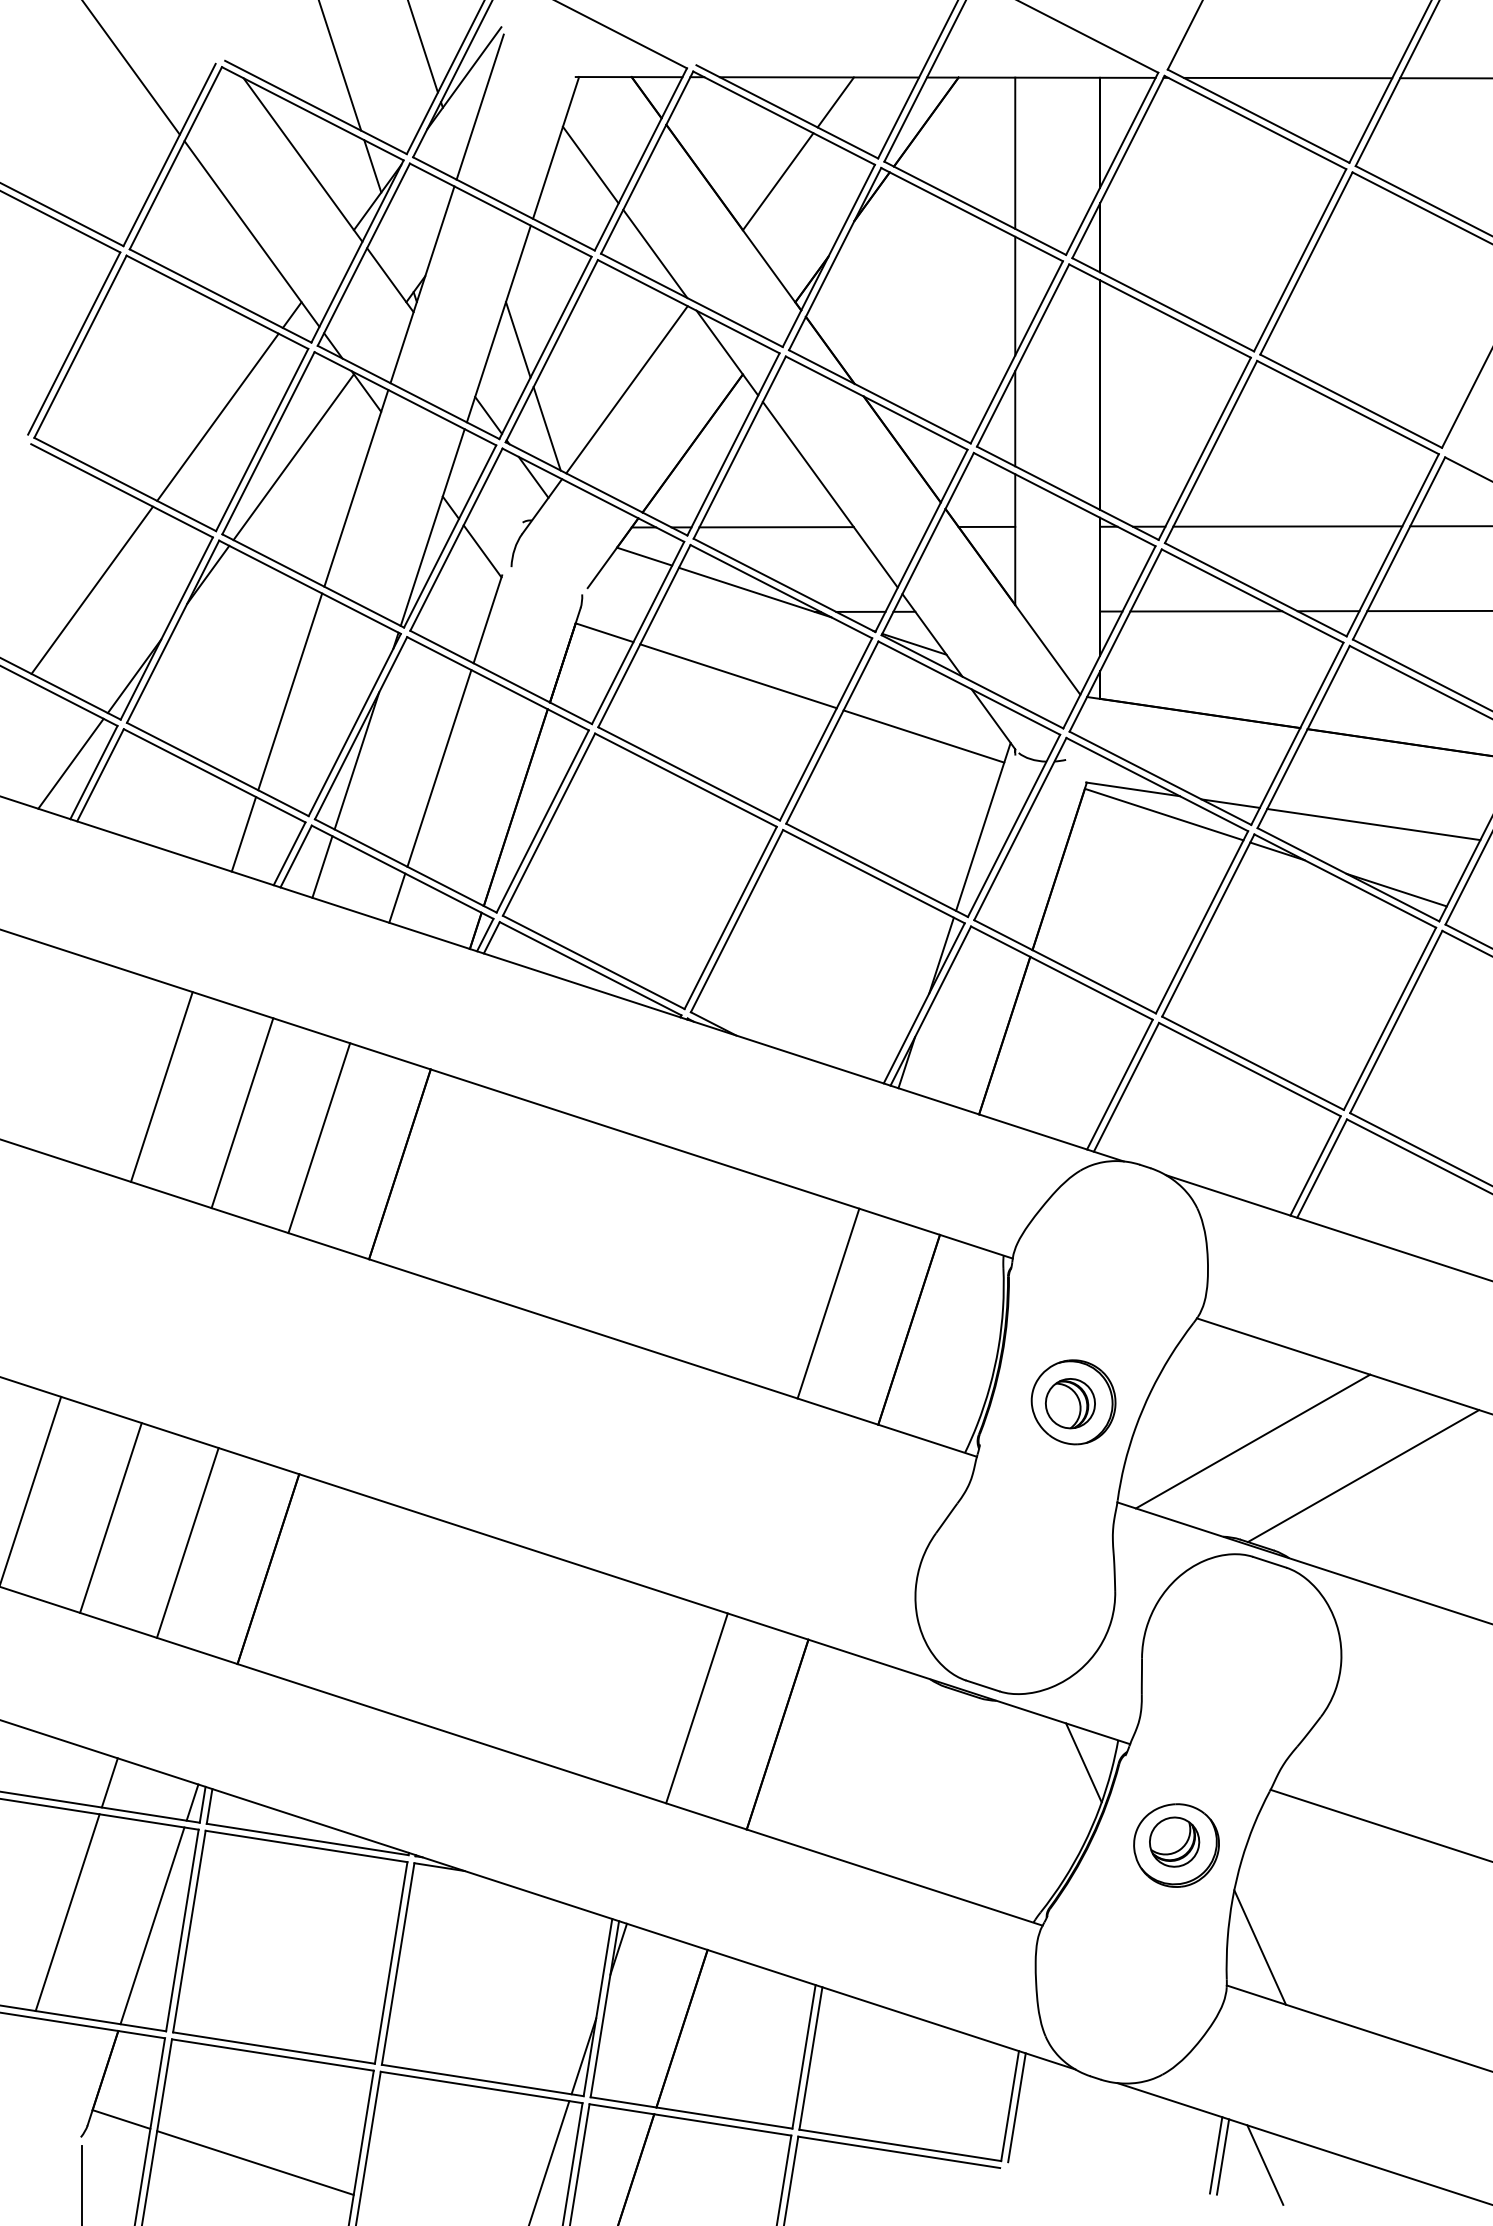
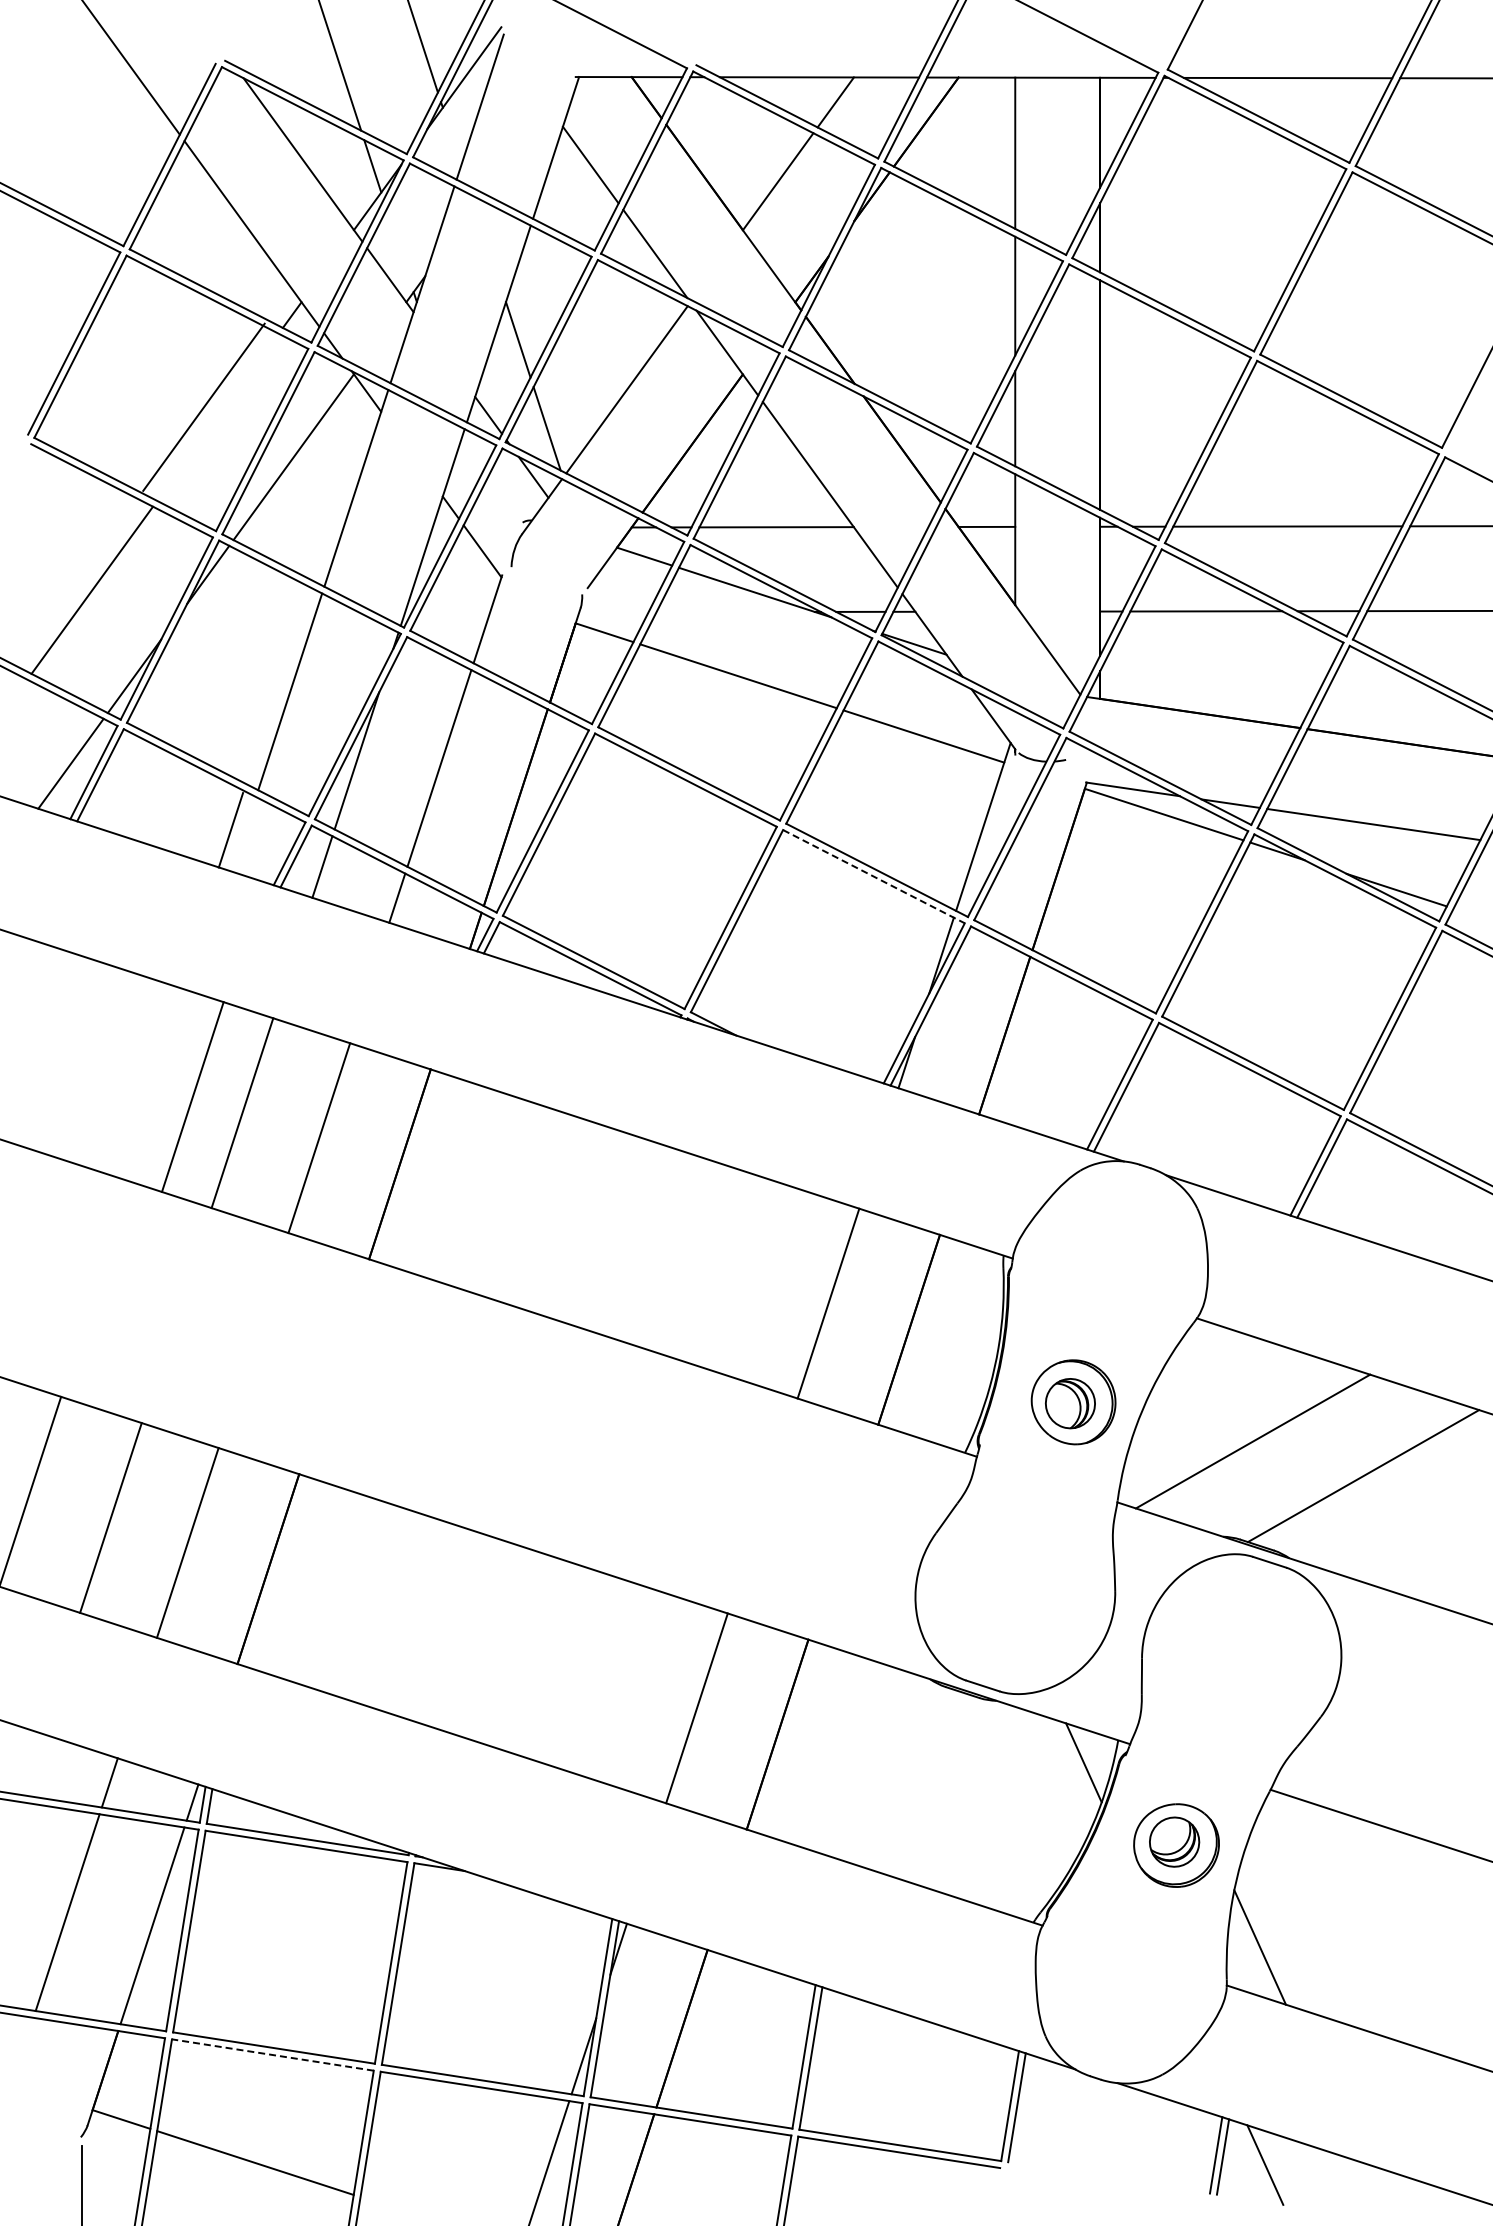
line at (217, 416) position: (217, 416) -> (203, 406)
line at (243, 834) position: (243, 834) -> (230, 830)
line at (874, 876): solid -> dashed
line at (161, 1086) position: (161, 1086) -> (192, 1096)
line at (272, 2054): solid -> dashed
